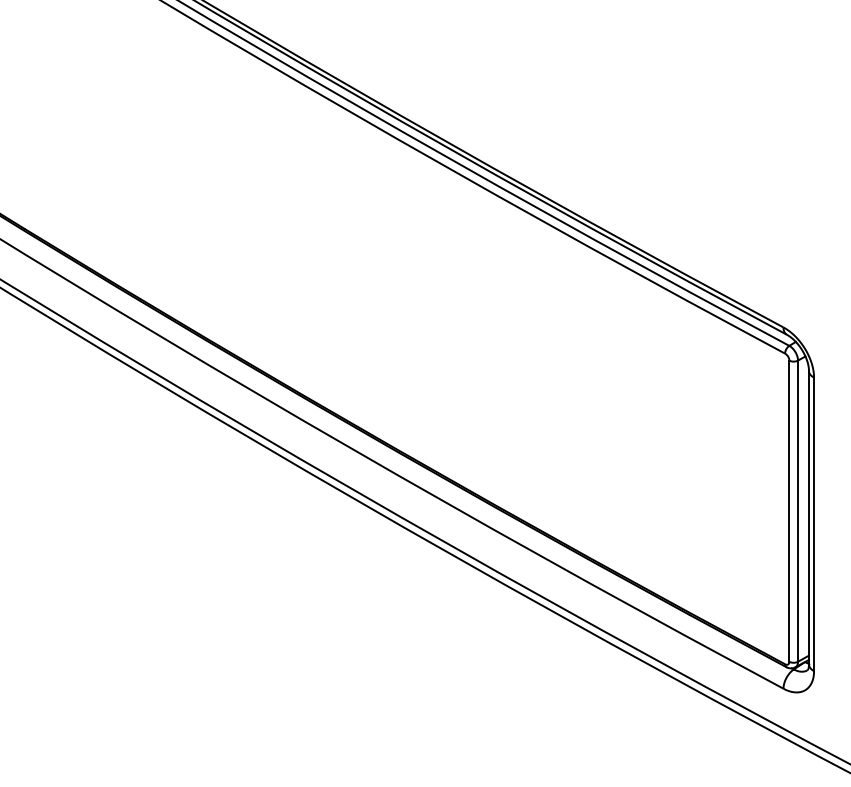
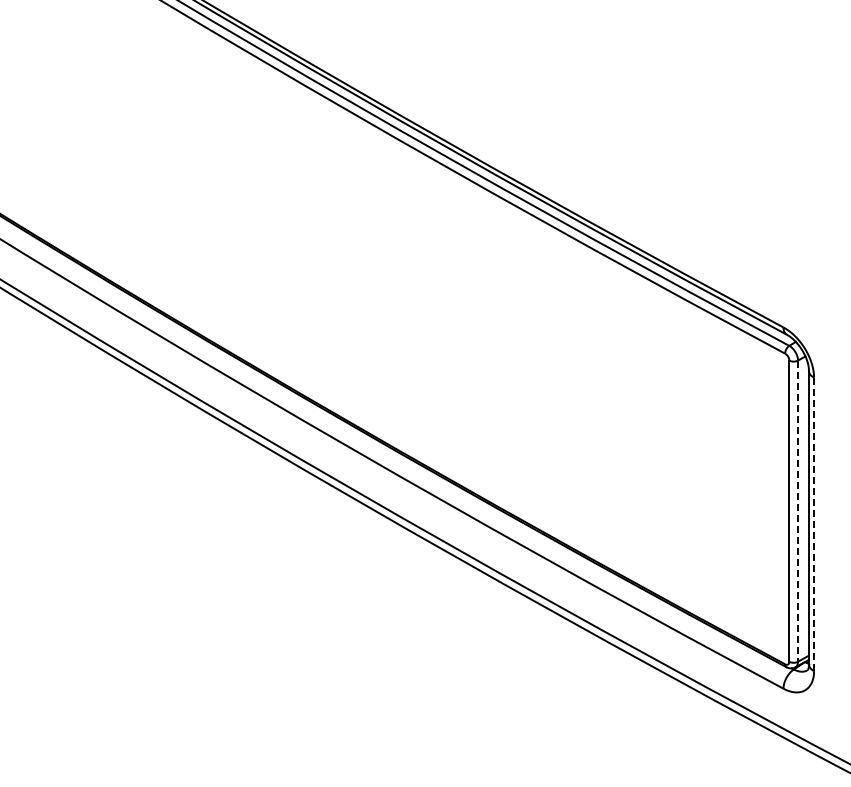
line at (798, 511): solid -> dashed
line at (814, 524): solid -> dashed
